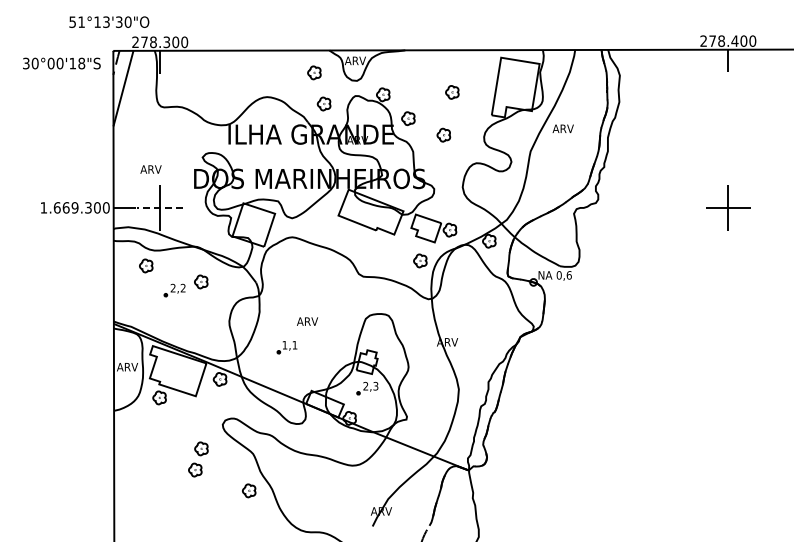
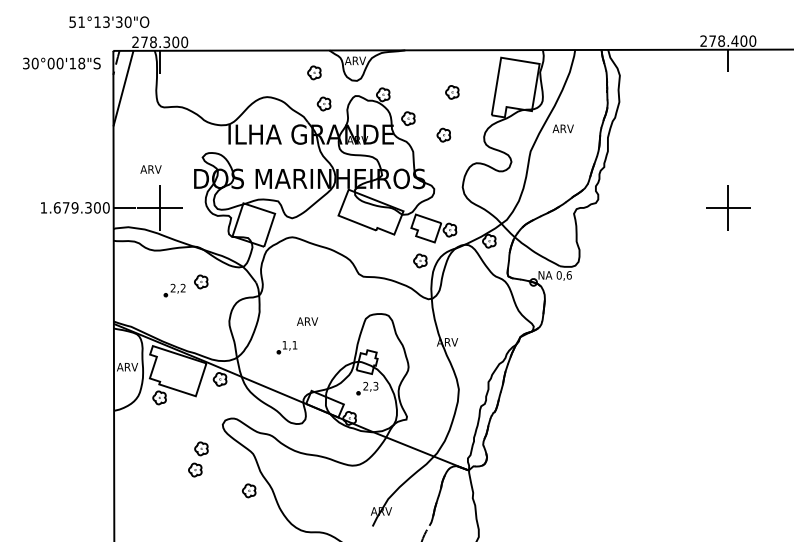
text at (65, 207): 1.669.300 -> 1.679.300
line at (160, 207): dashed -> solid
part at (146, 265): present -> none
